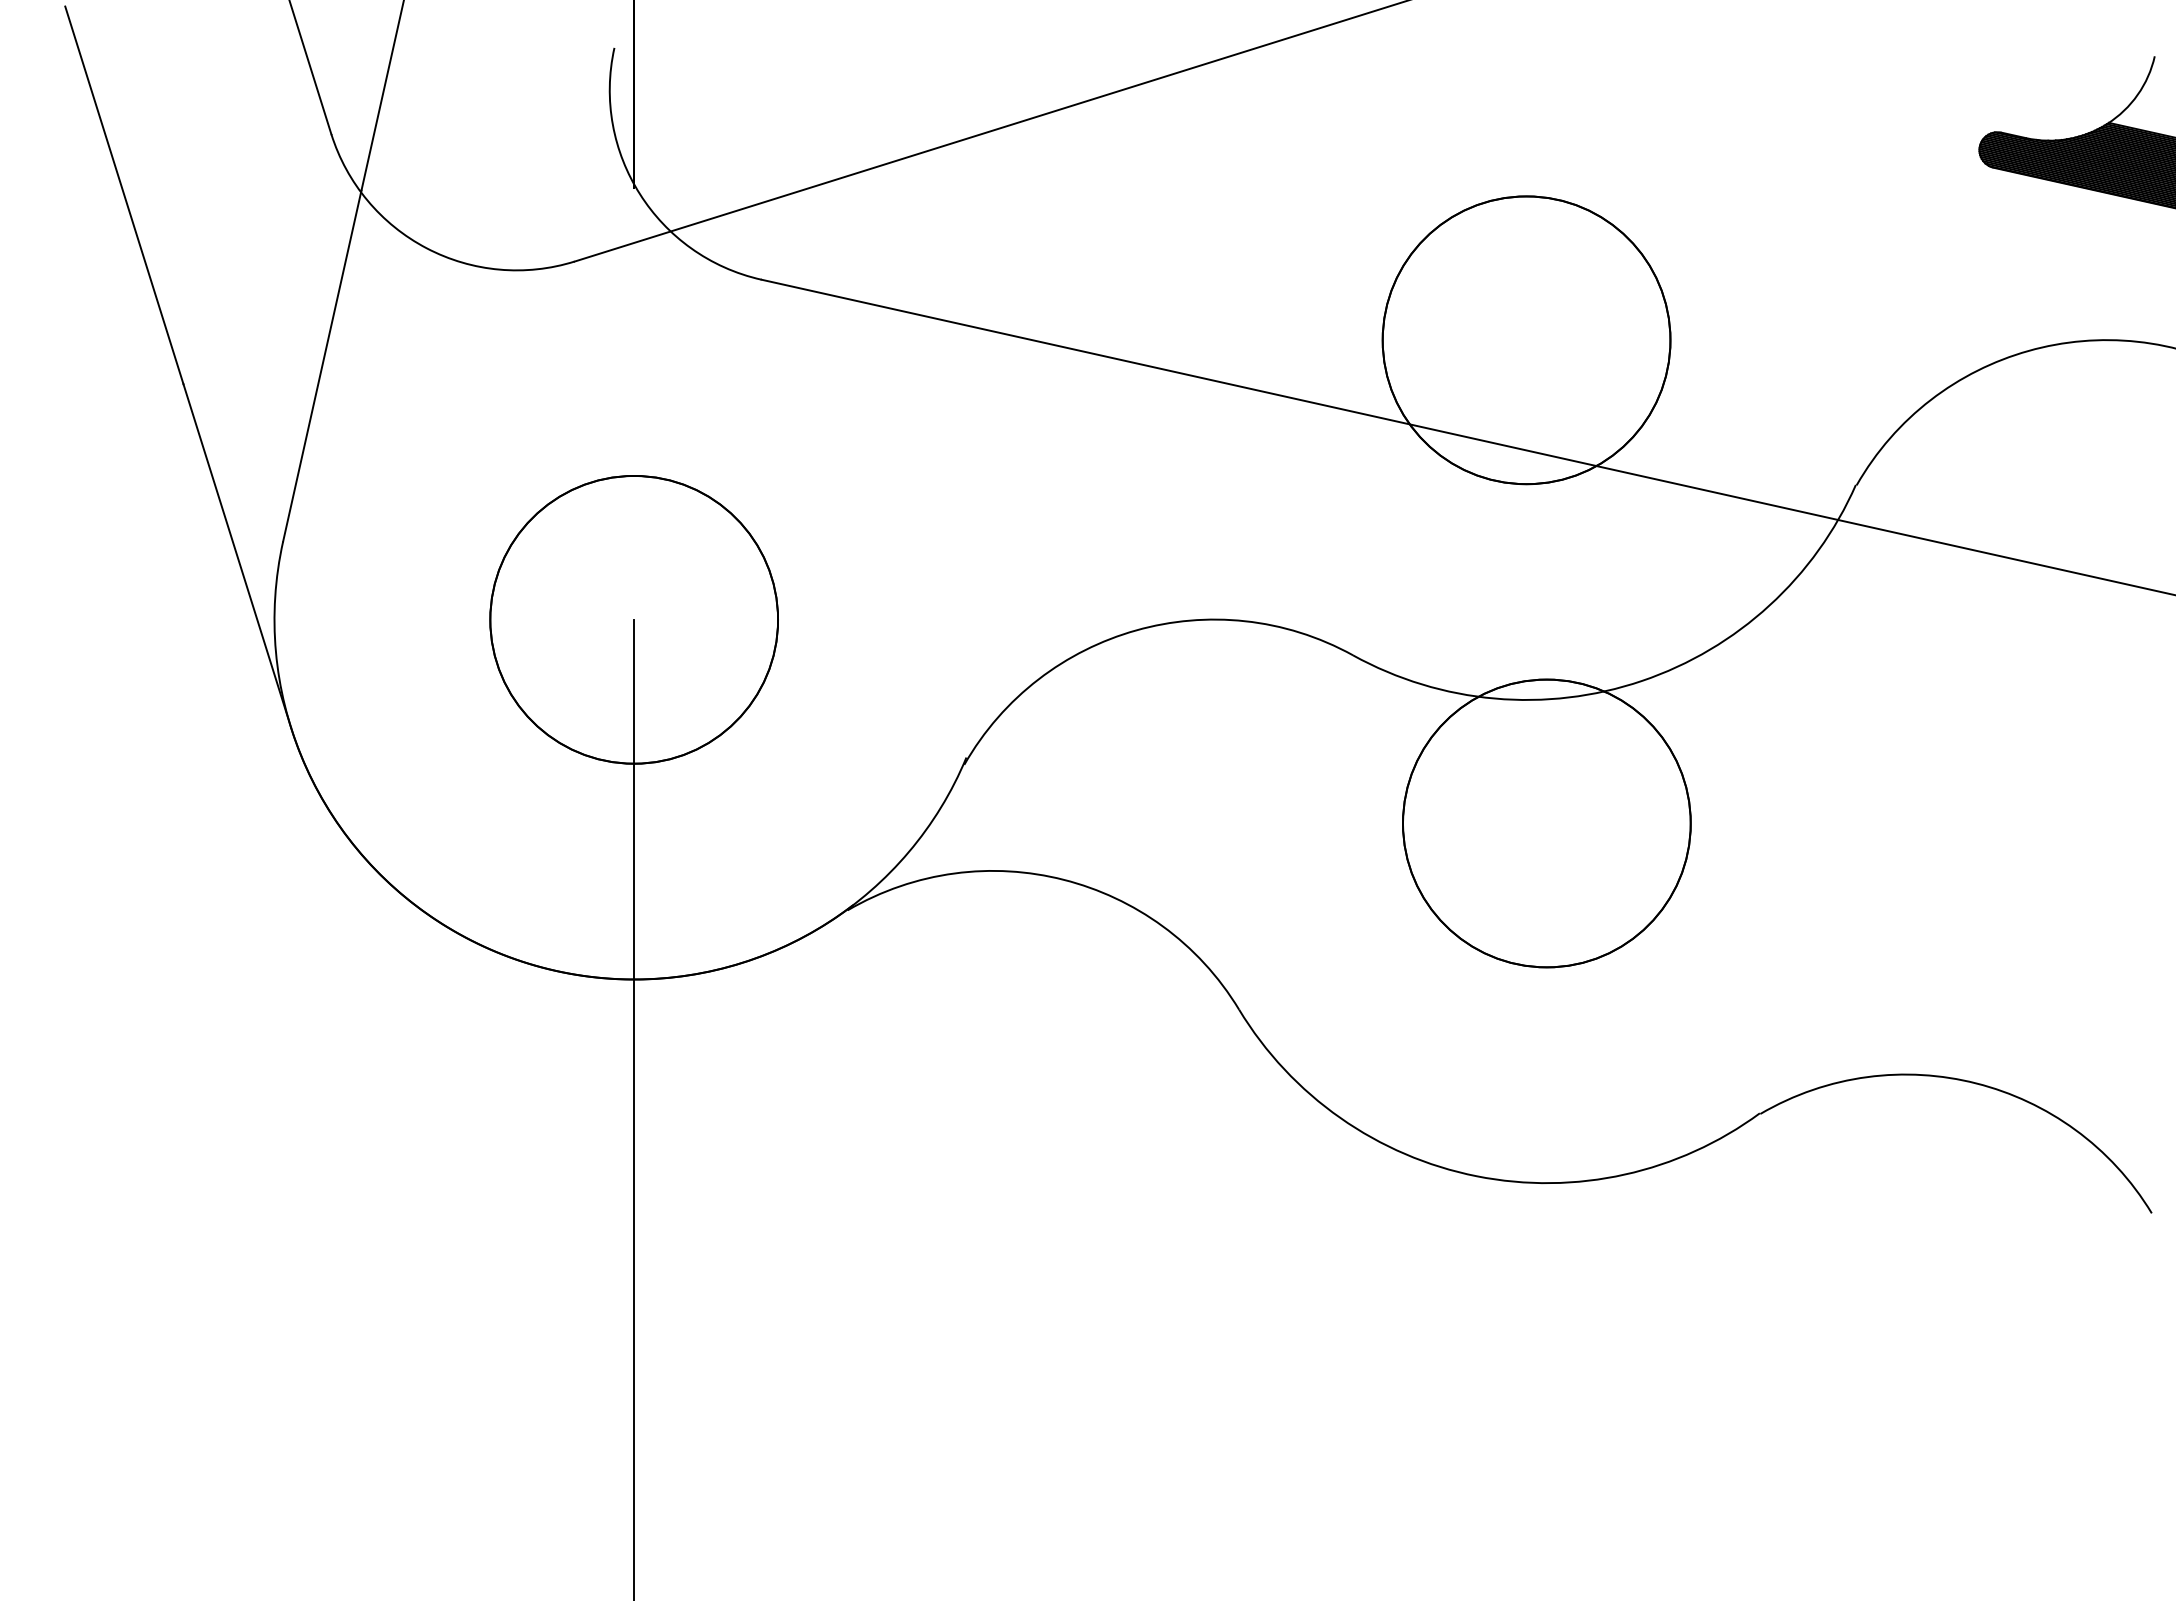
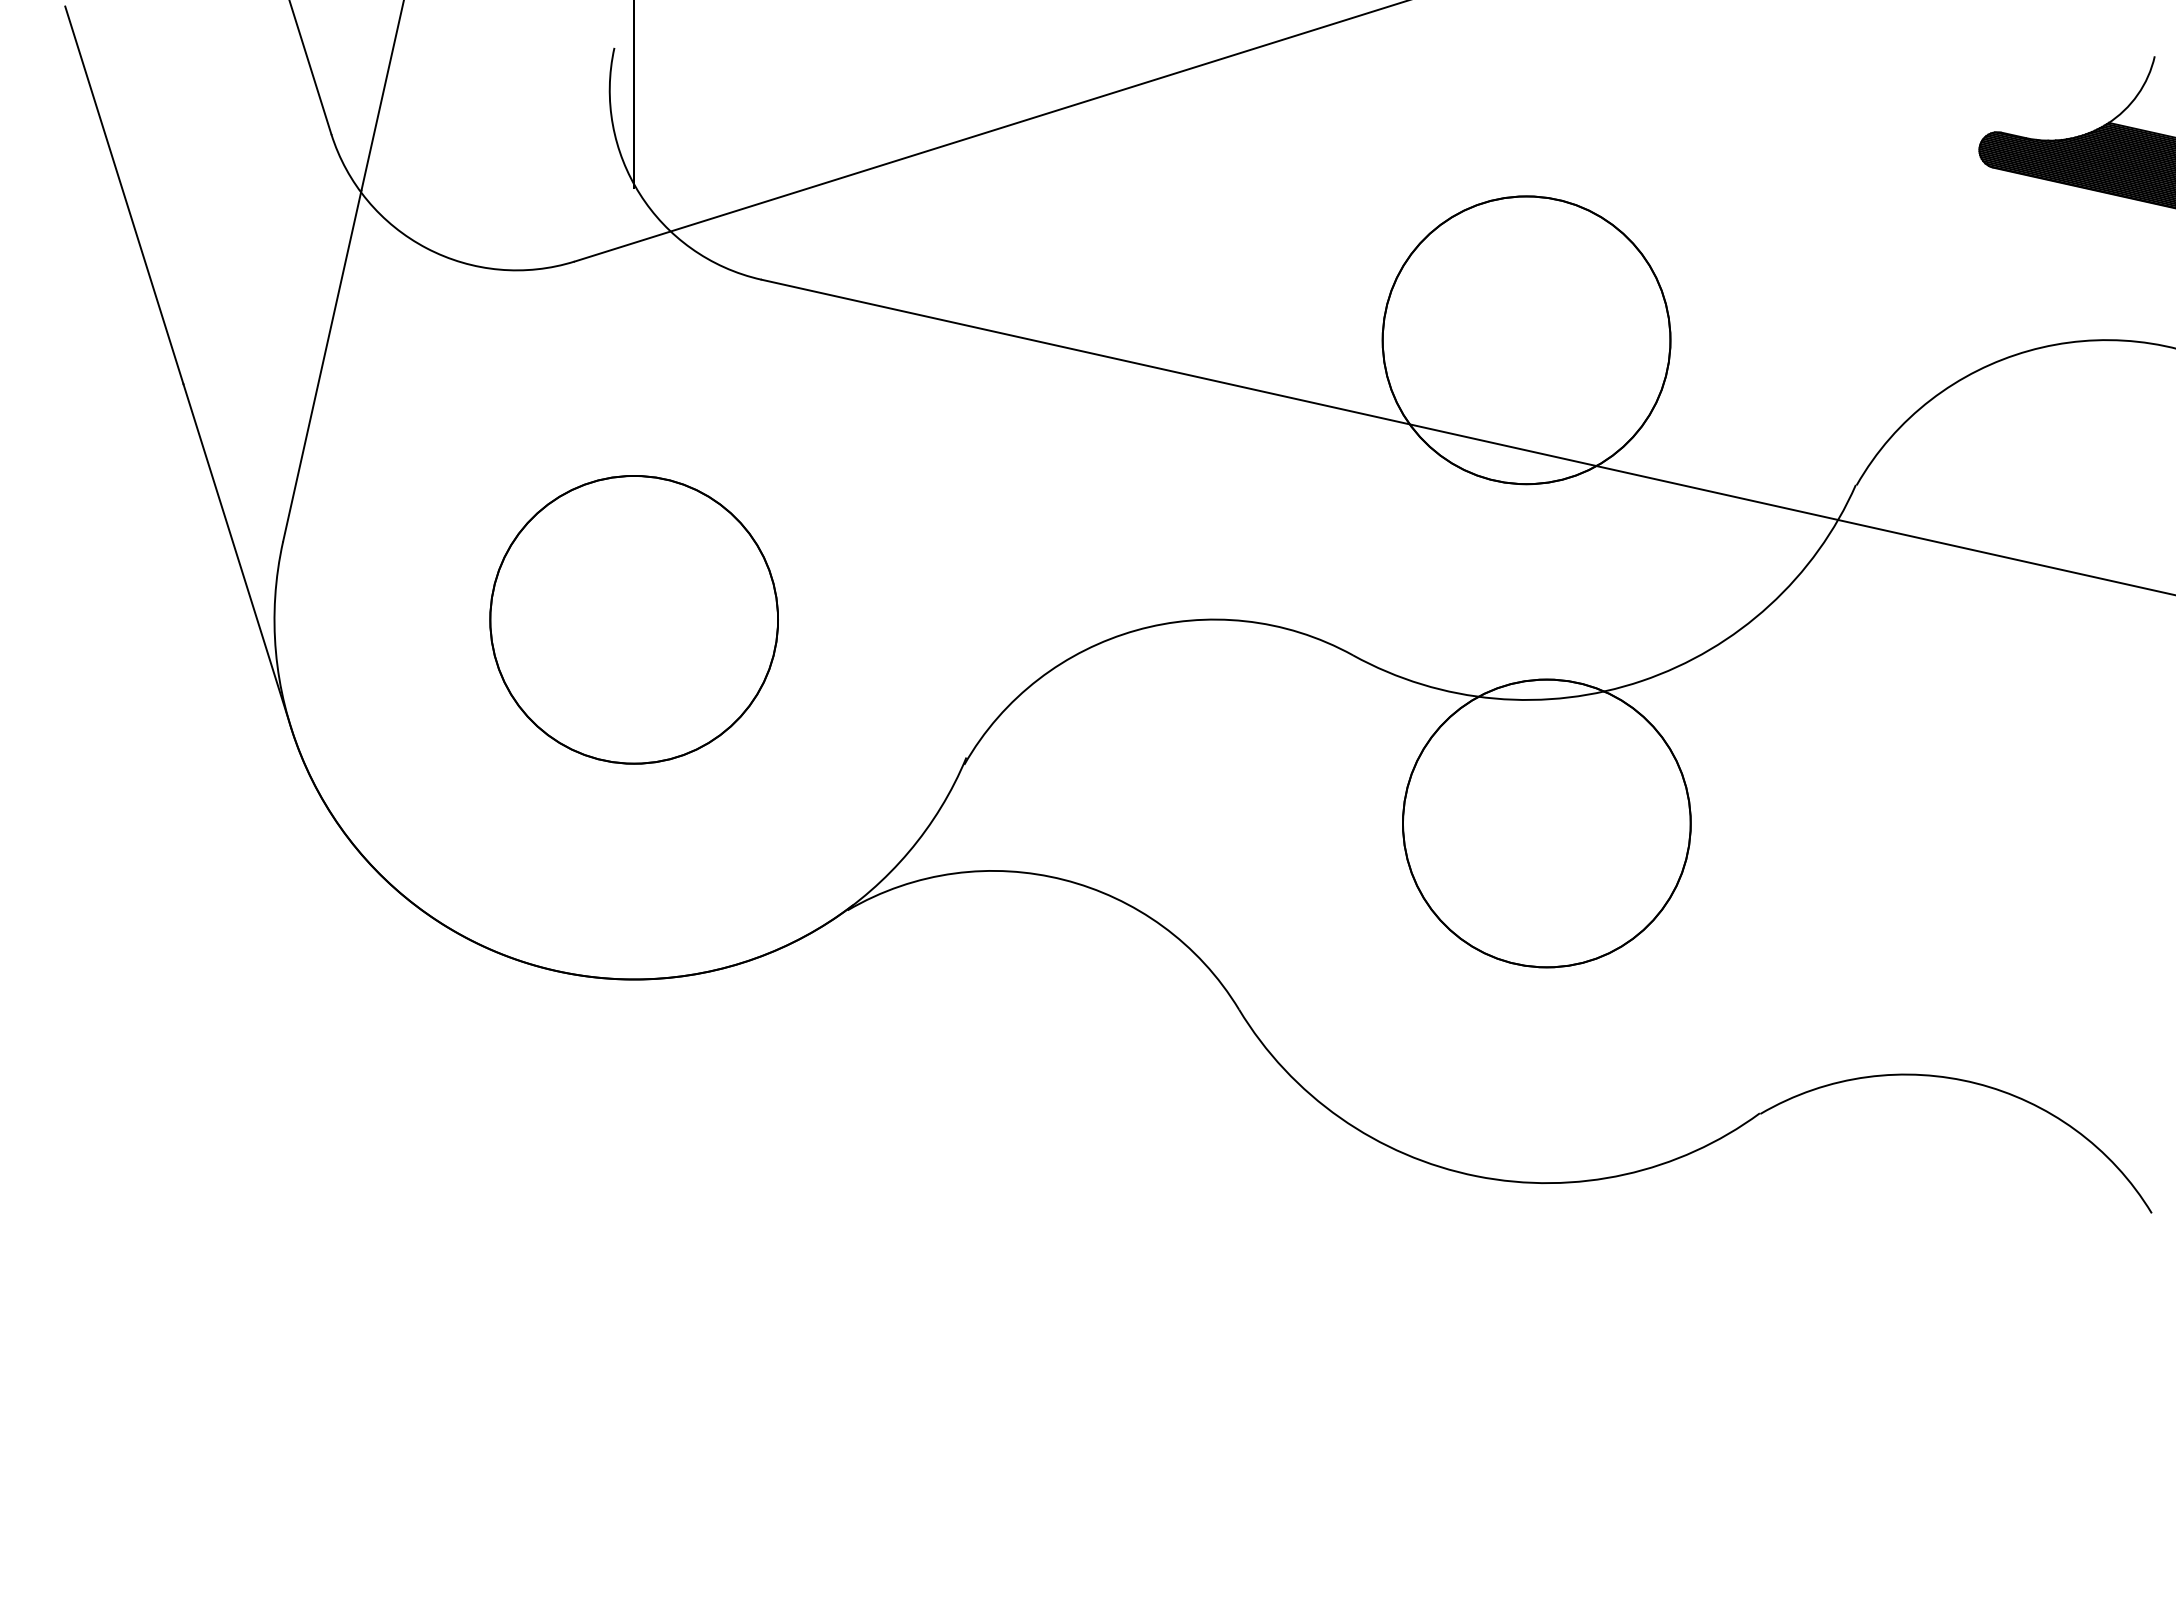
line at (634, 1108): present -> none
